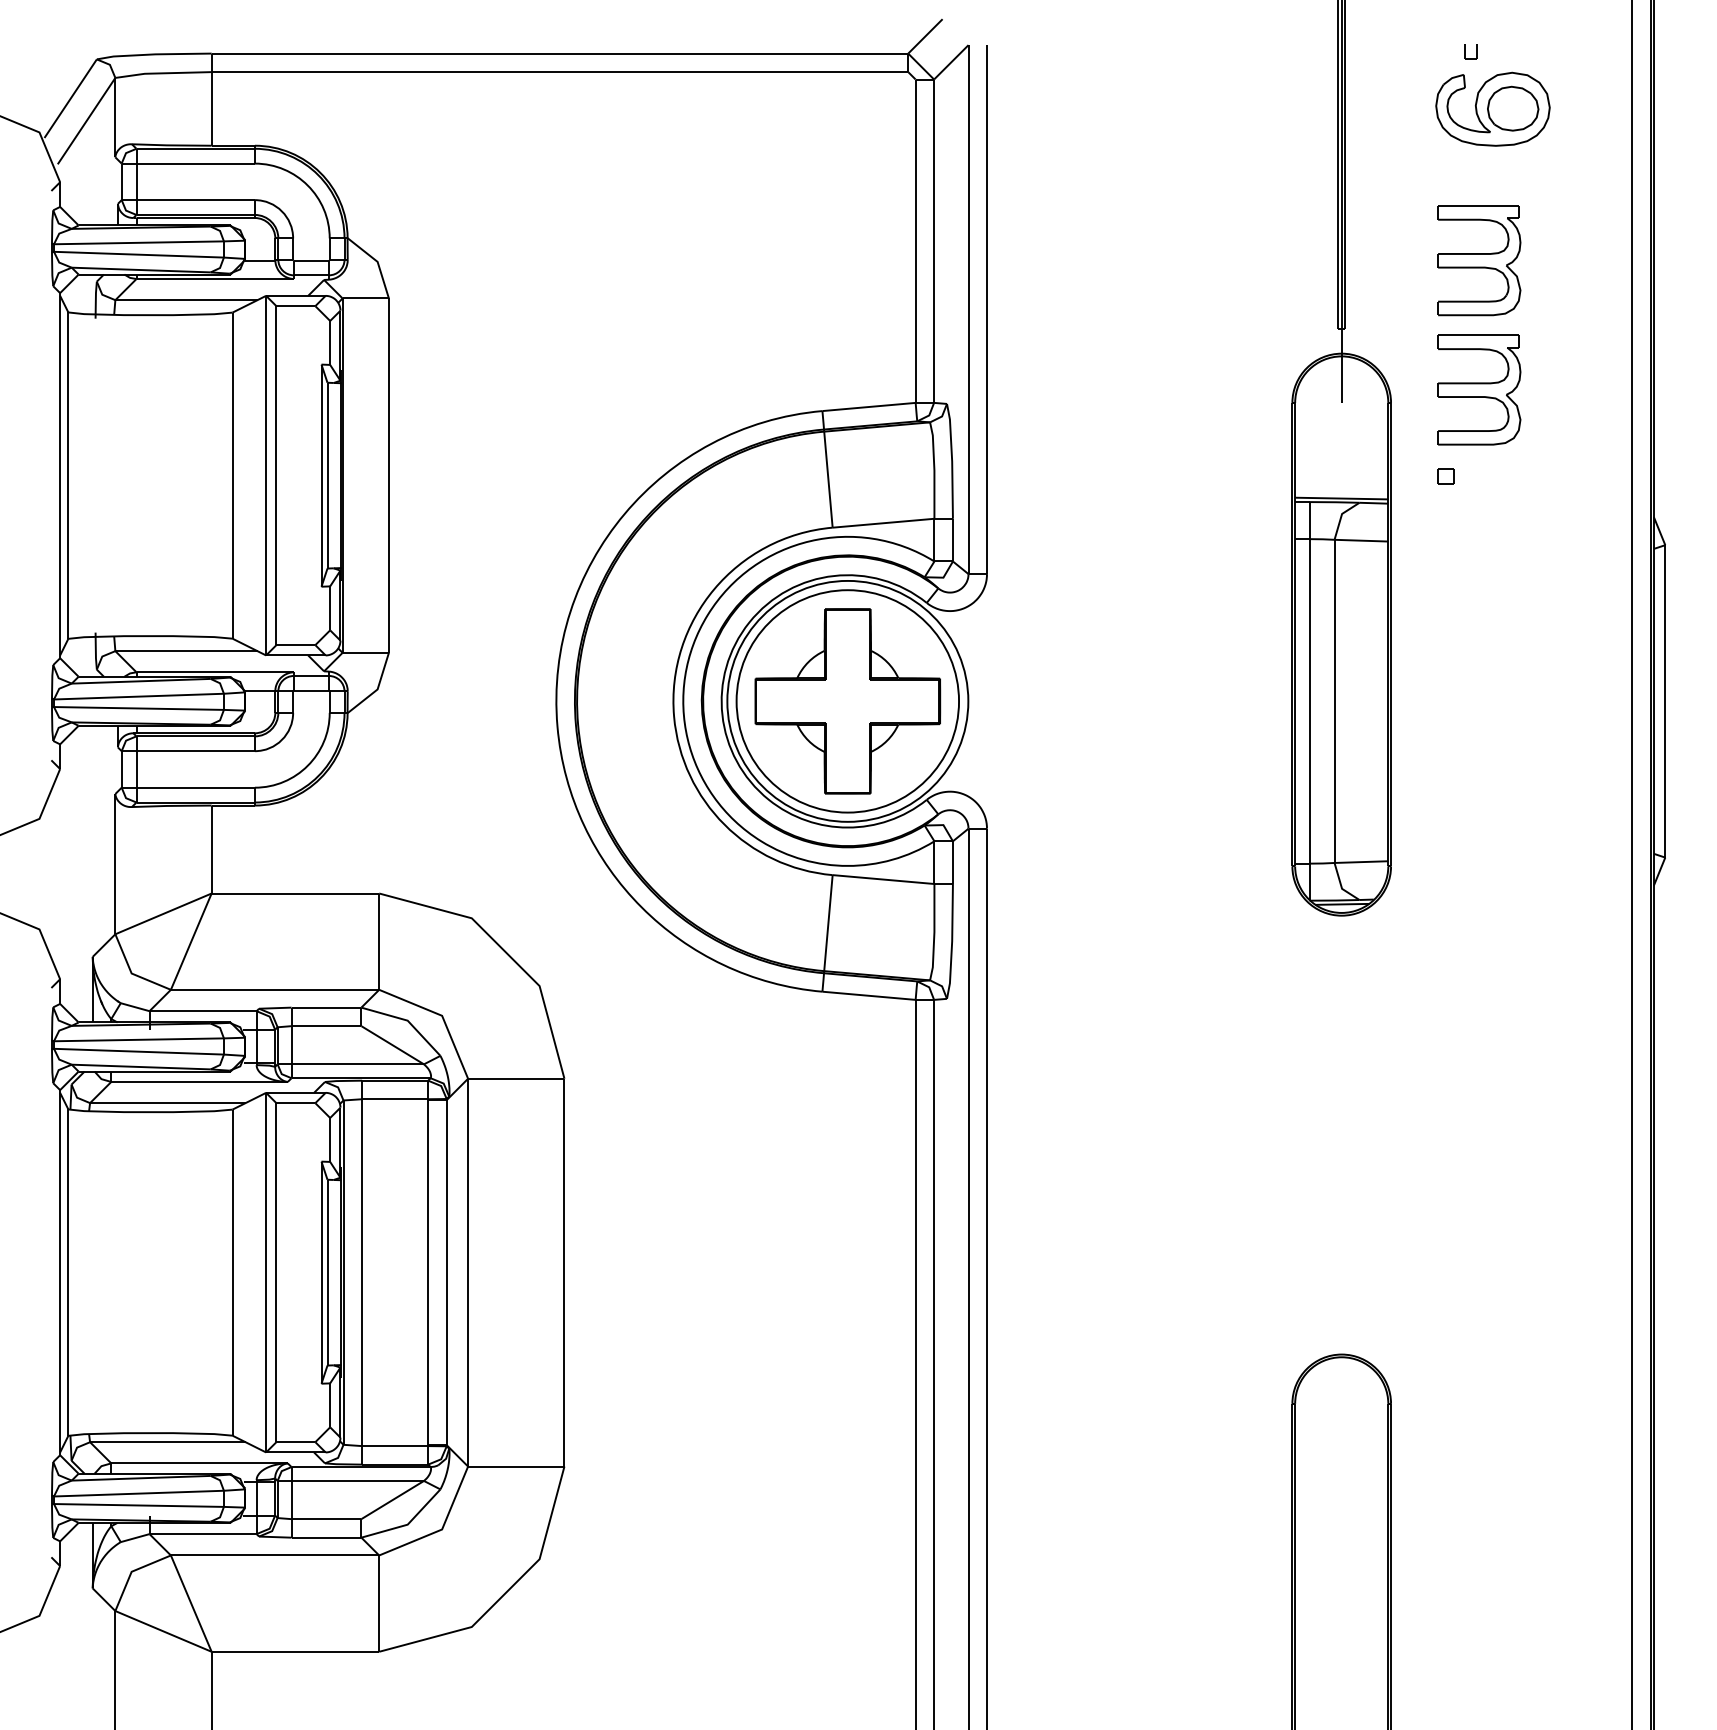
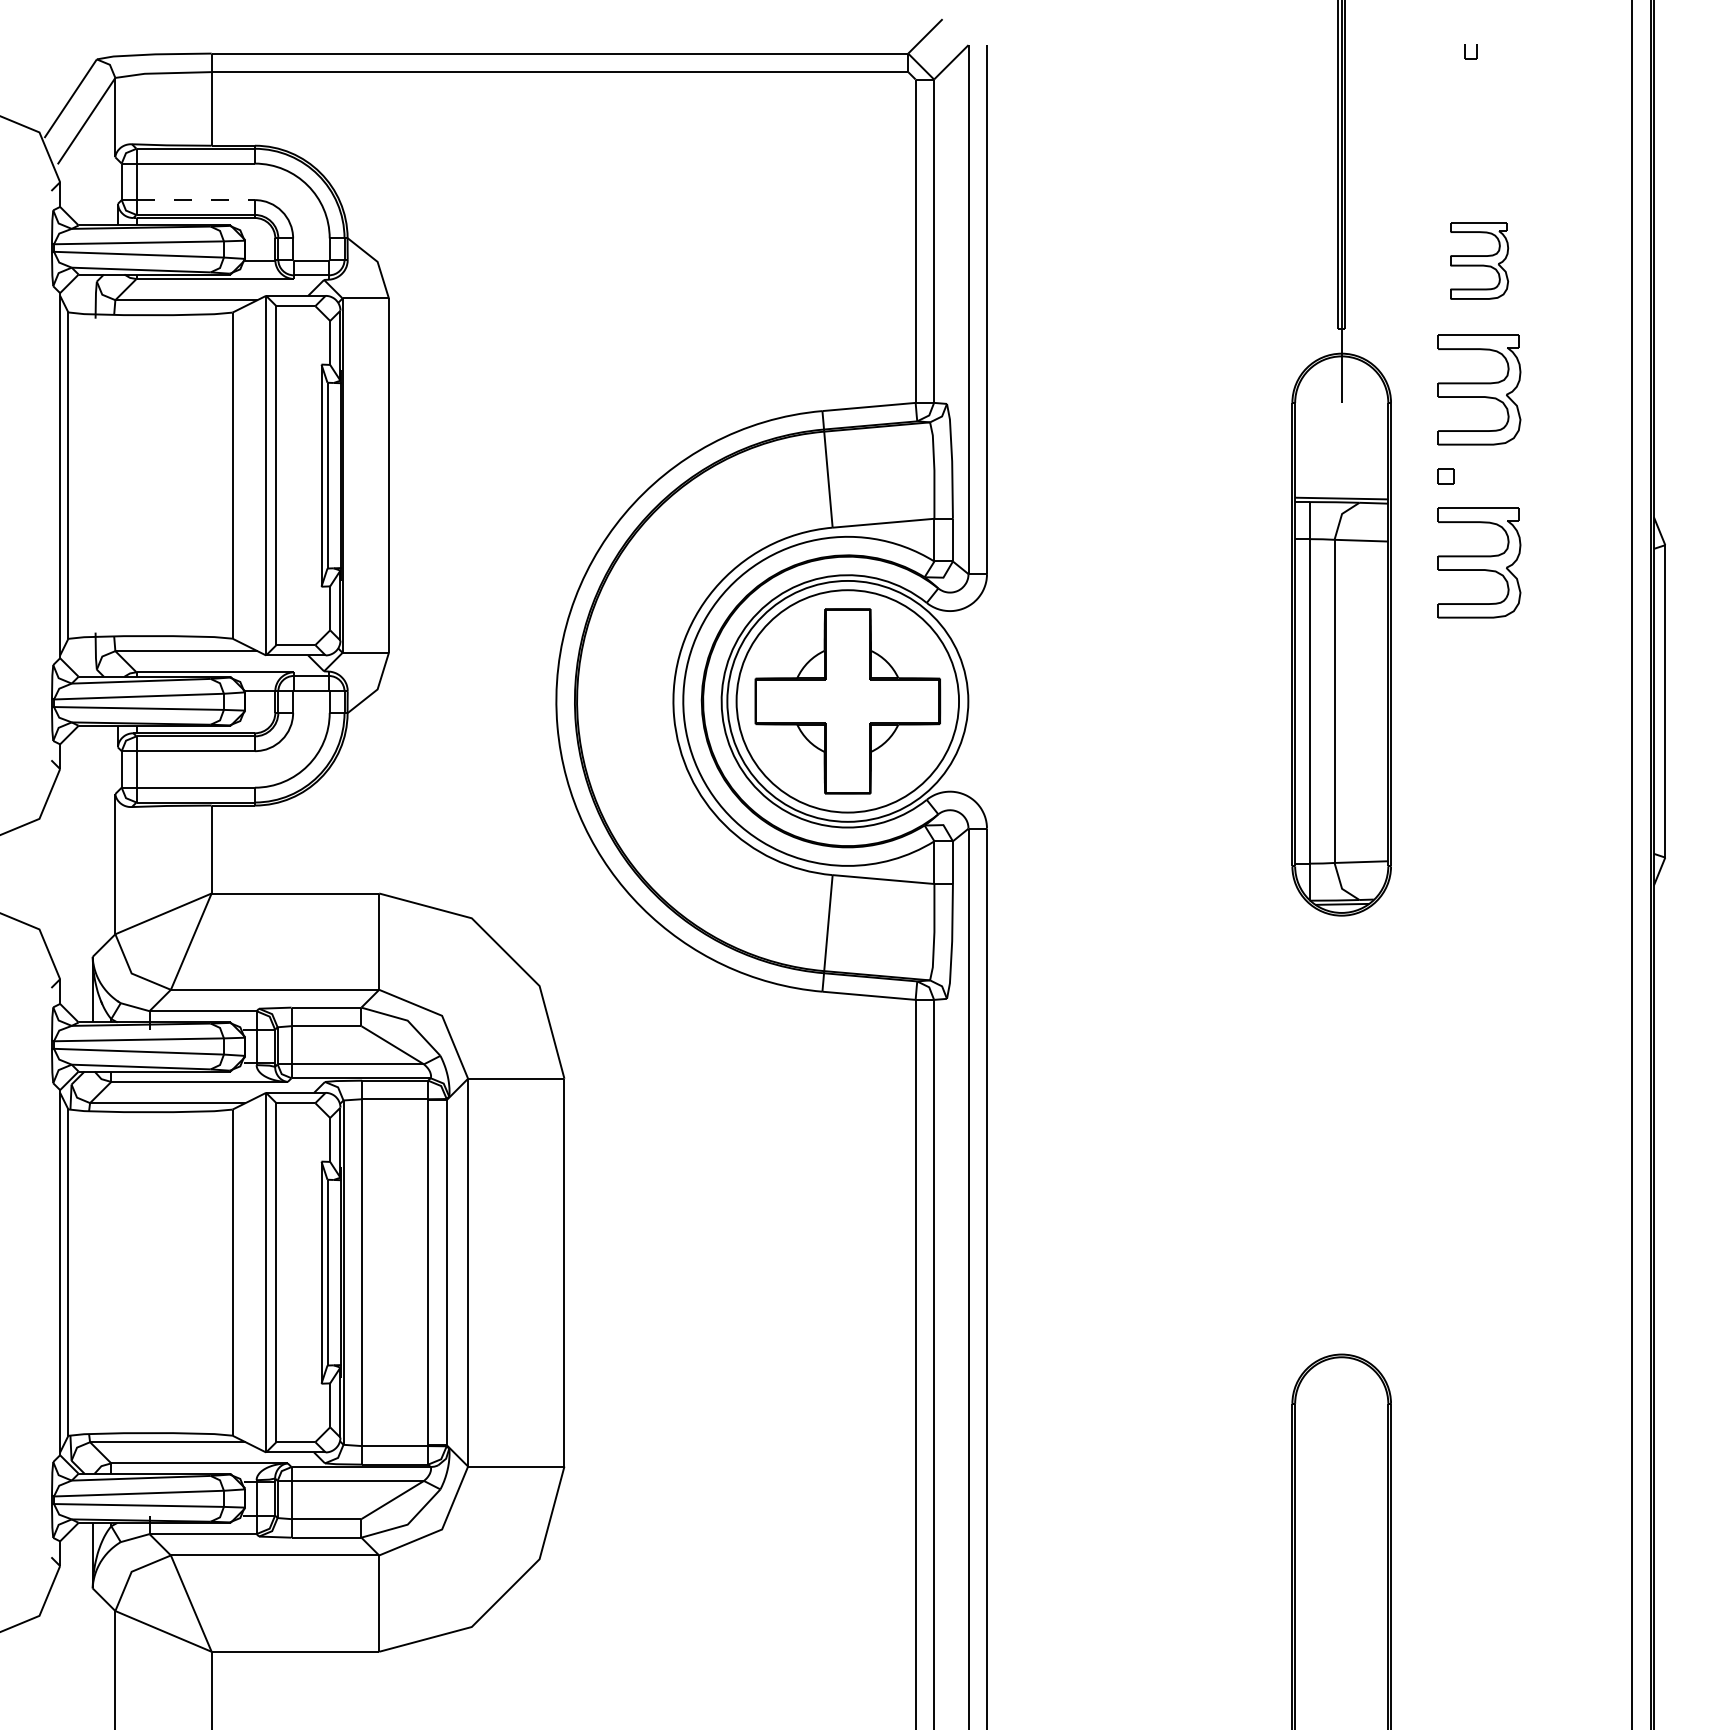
part at (1492, 108): present -> none
line at (196, 200): solid -> dashed
part at (1479, 260) size: 85x112 px -> 60x78 px
part at (1479, 562): none -> present
